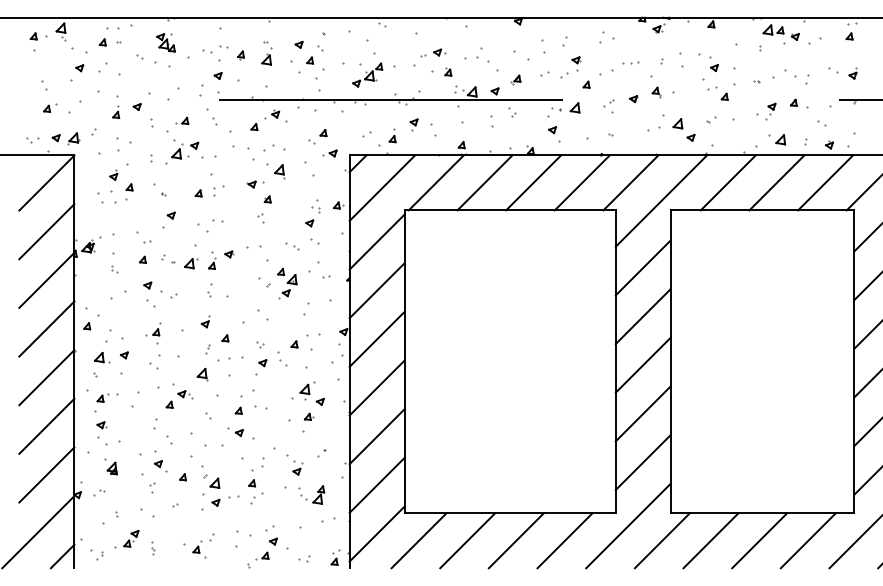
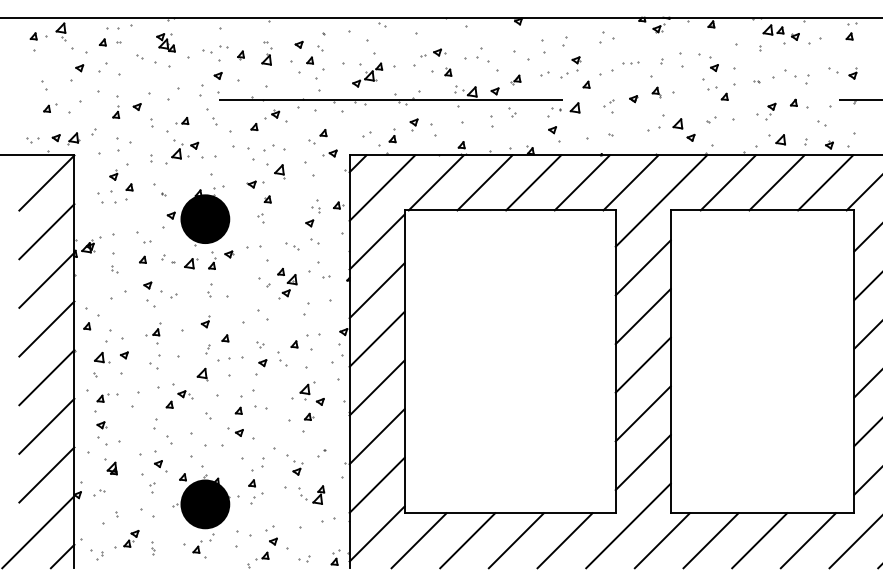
fill at (205, 219): none -> present
fill at (205, 504): none -> present
